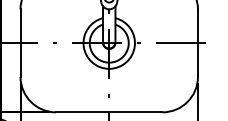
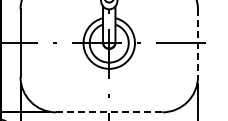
line at (197, 43): solid -> dashed
line at (109, 112): solid -> dashed
